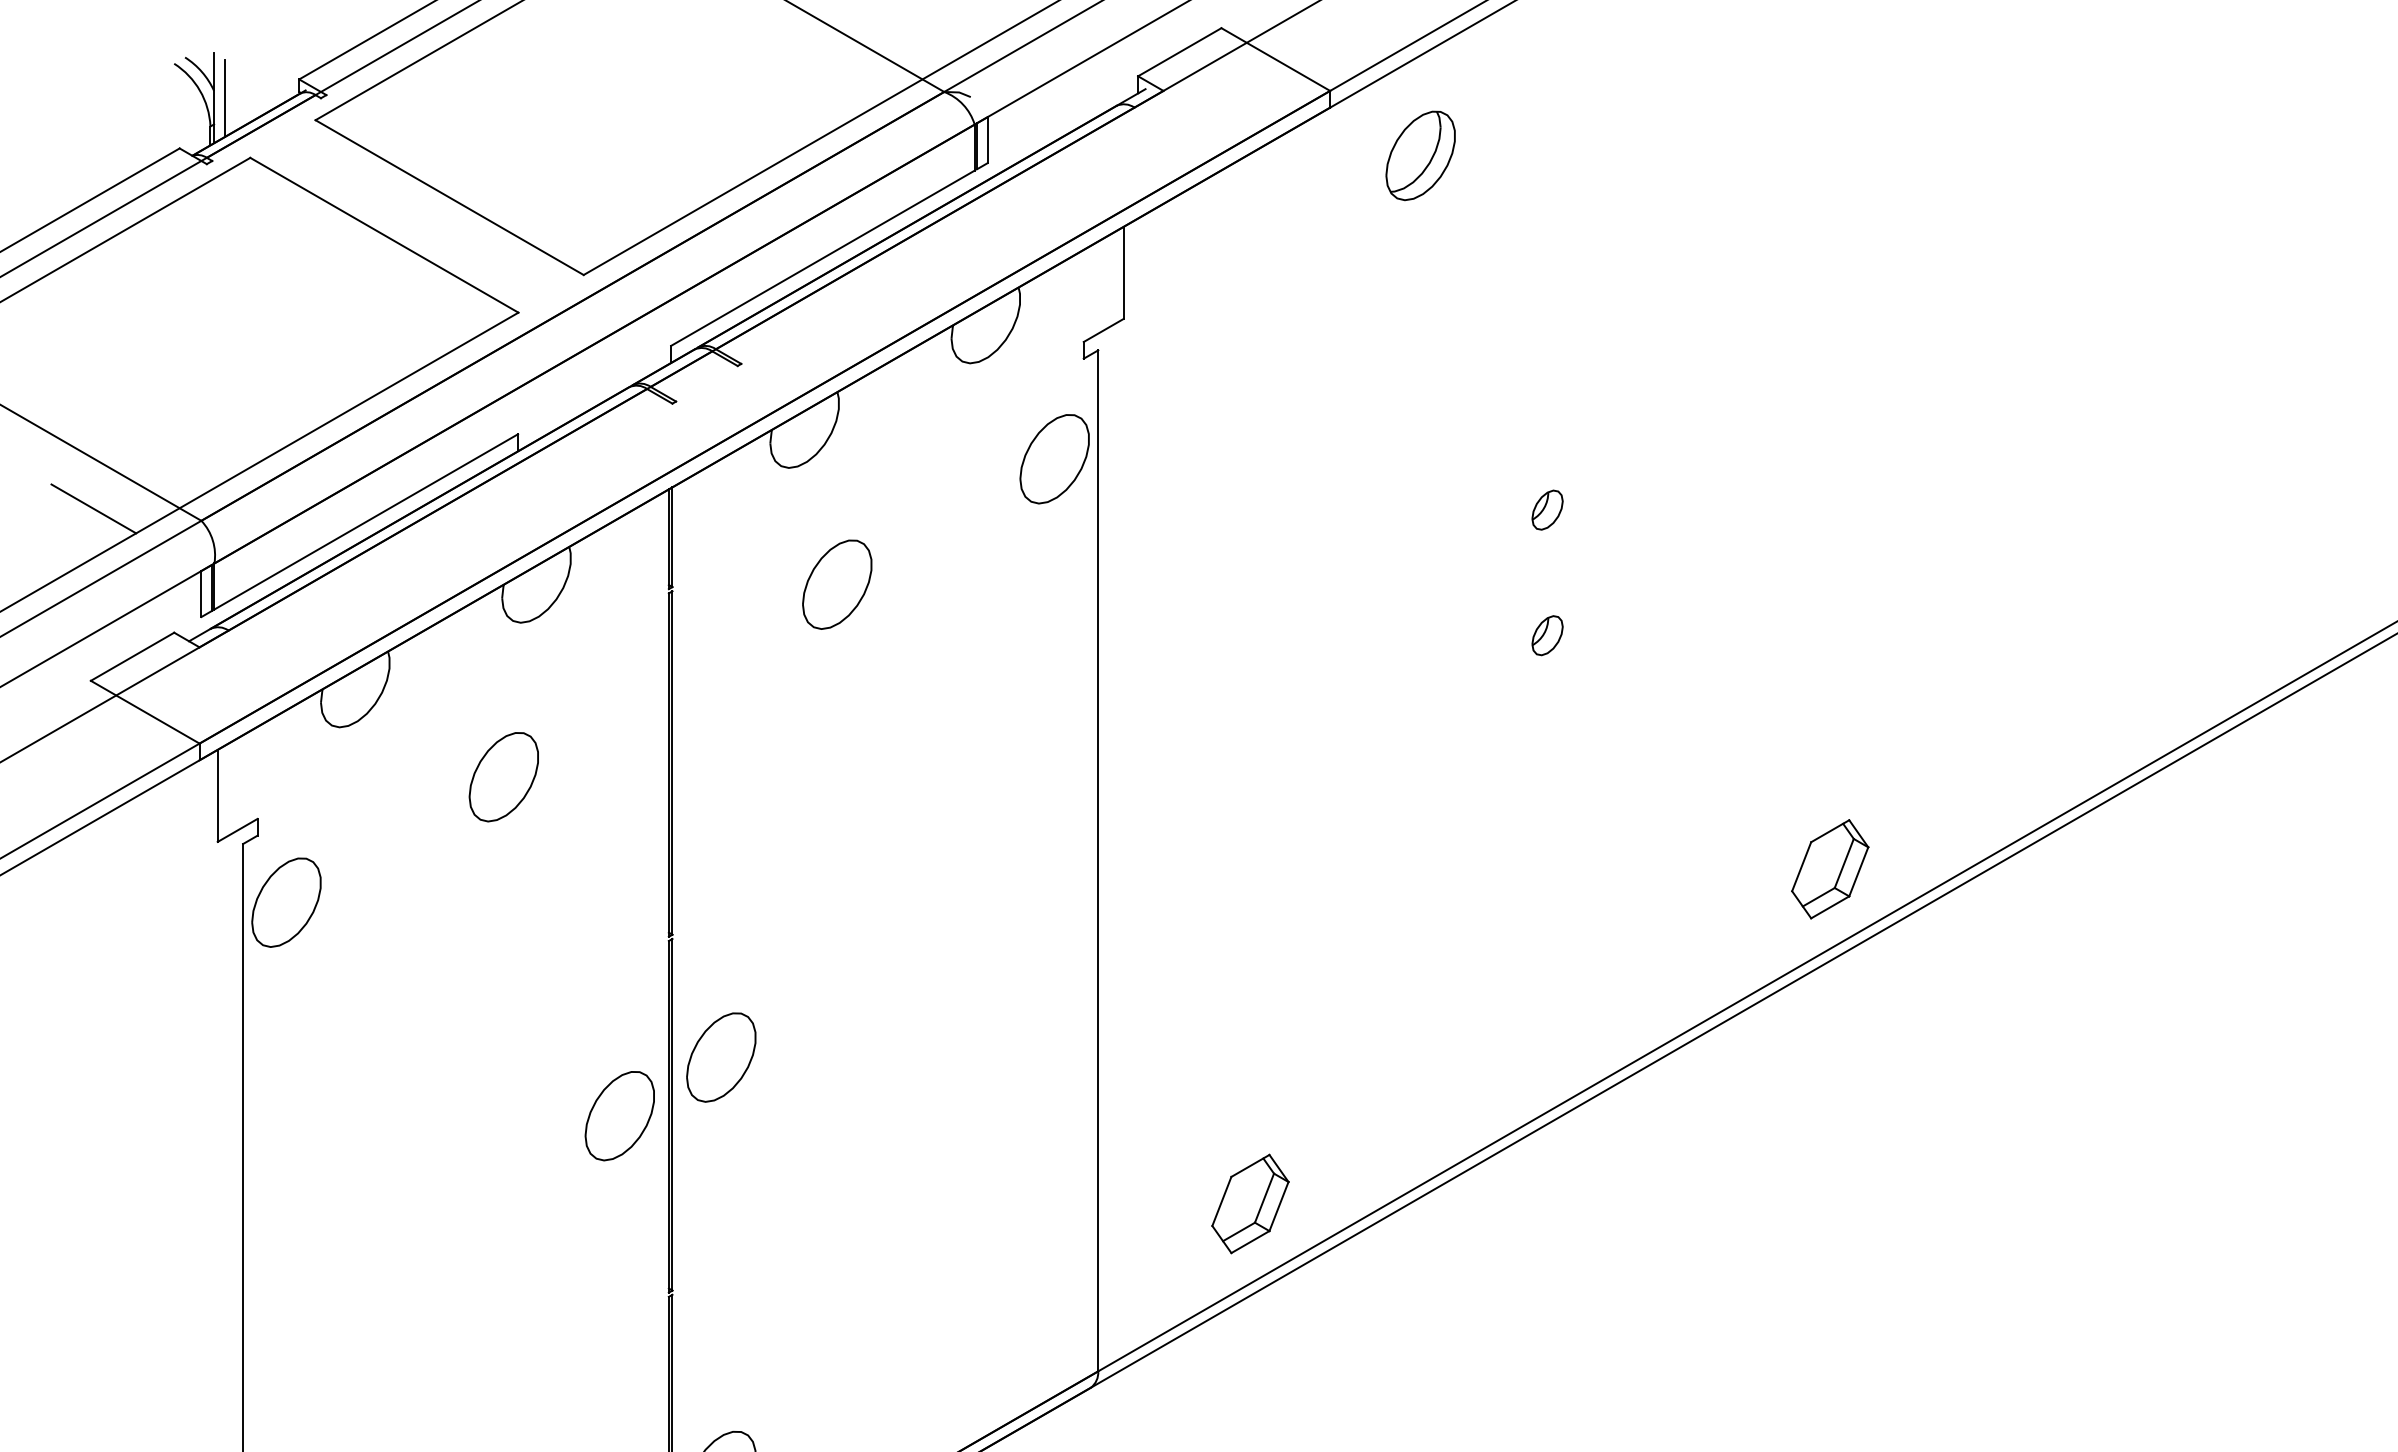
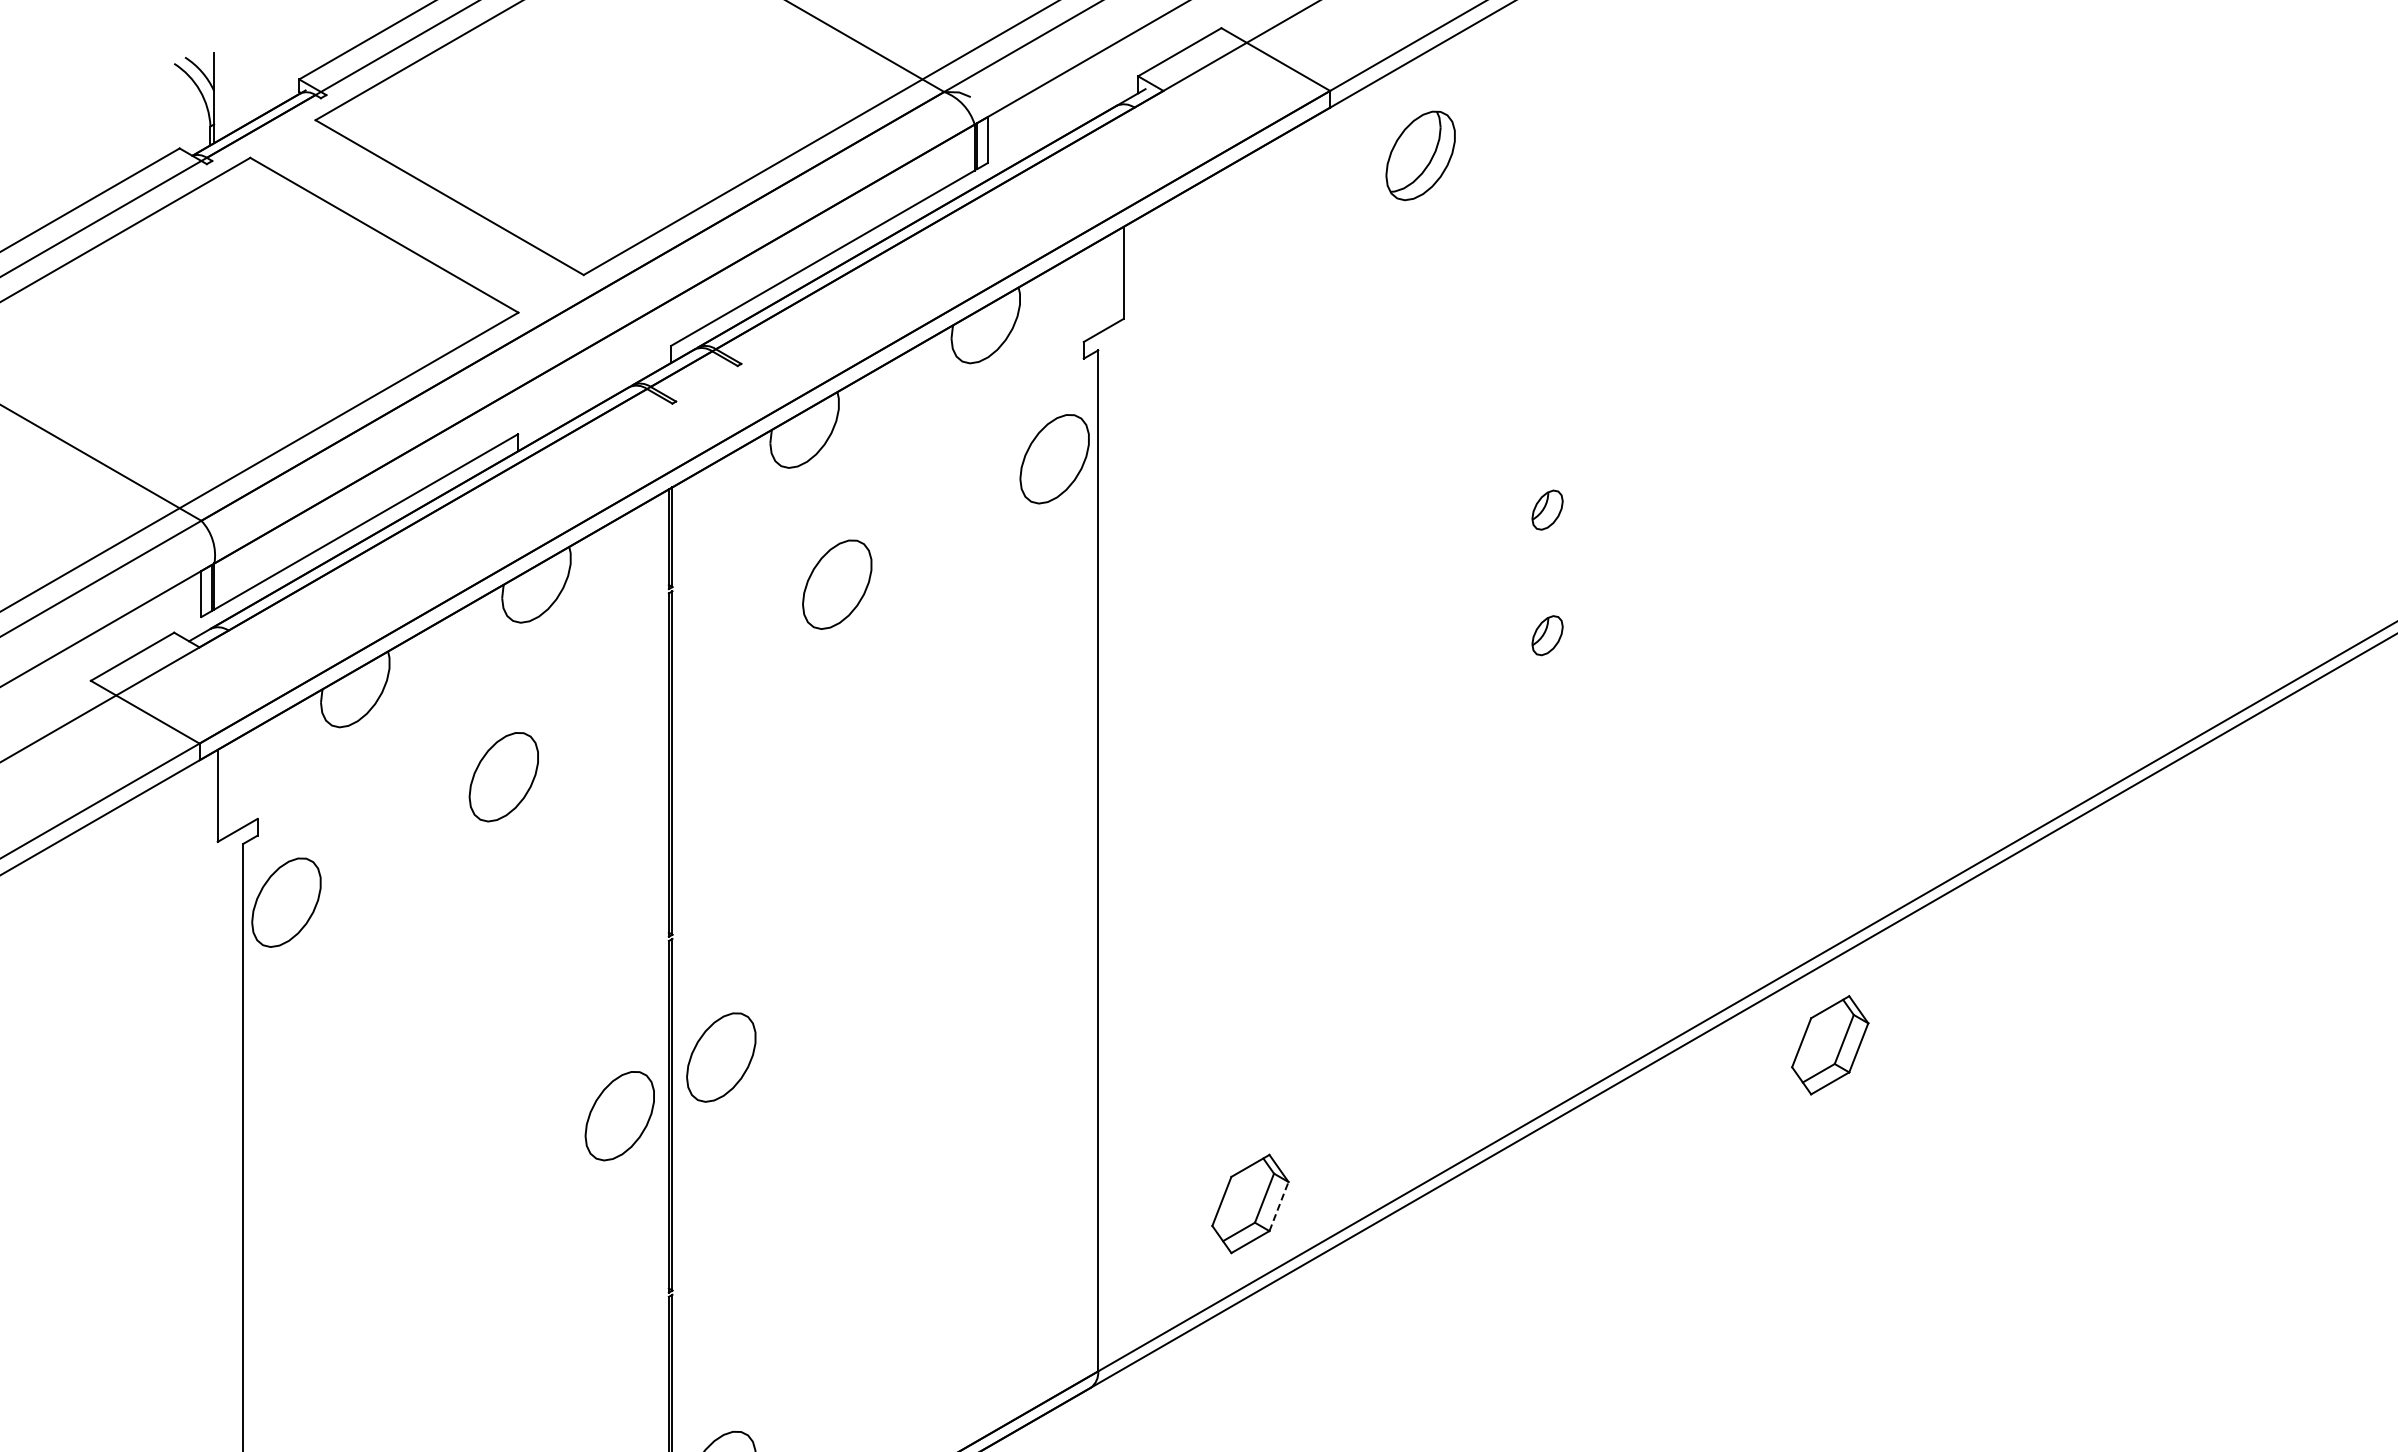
line at (224, 98): present -> none
line at (93, 508): present -> none
part at (1830, 869) position: (1830, 869) -> (1830, 1045)
line at (1279, 1206): solid -> dashed
